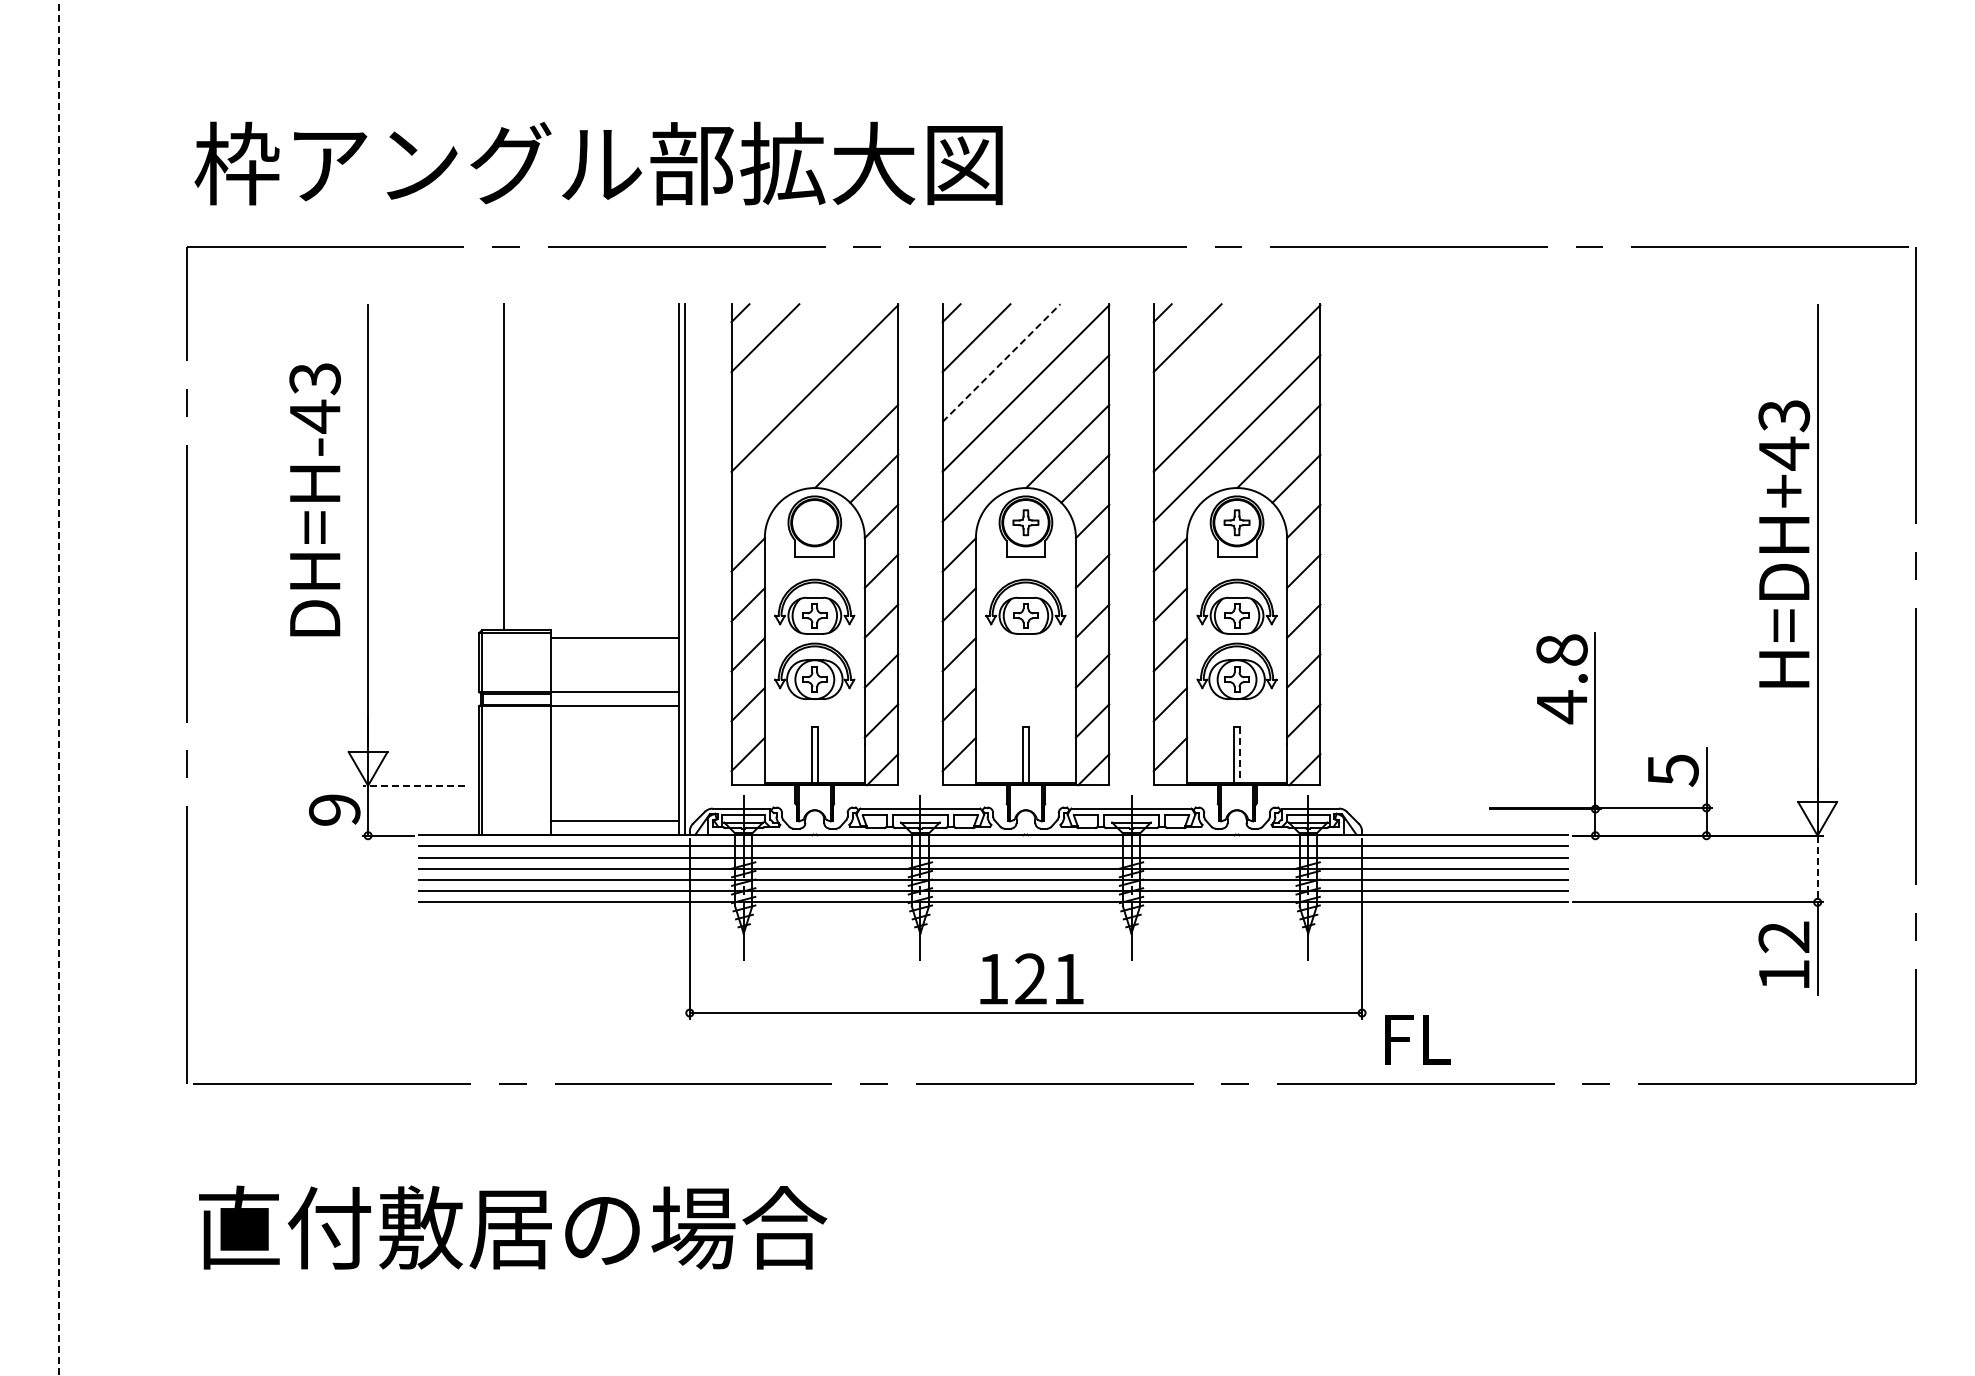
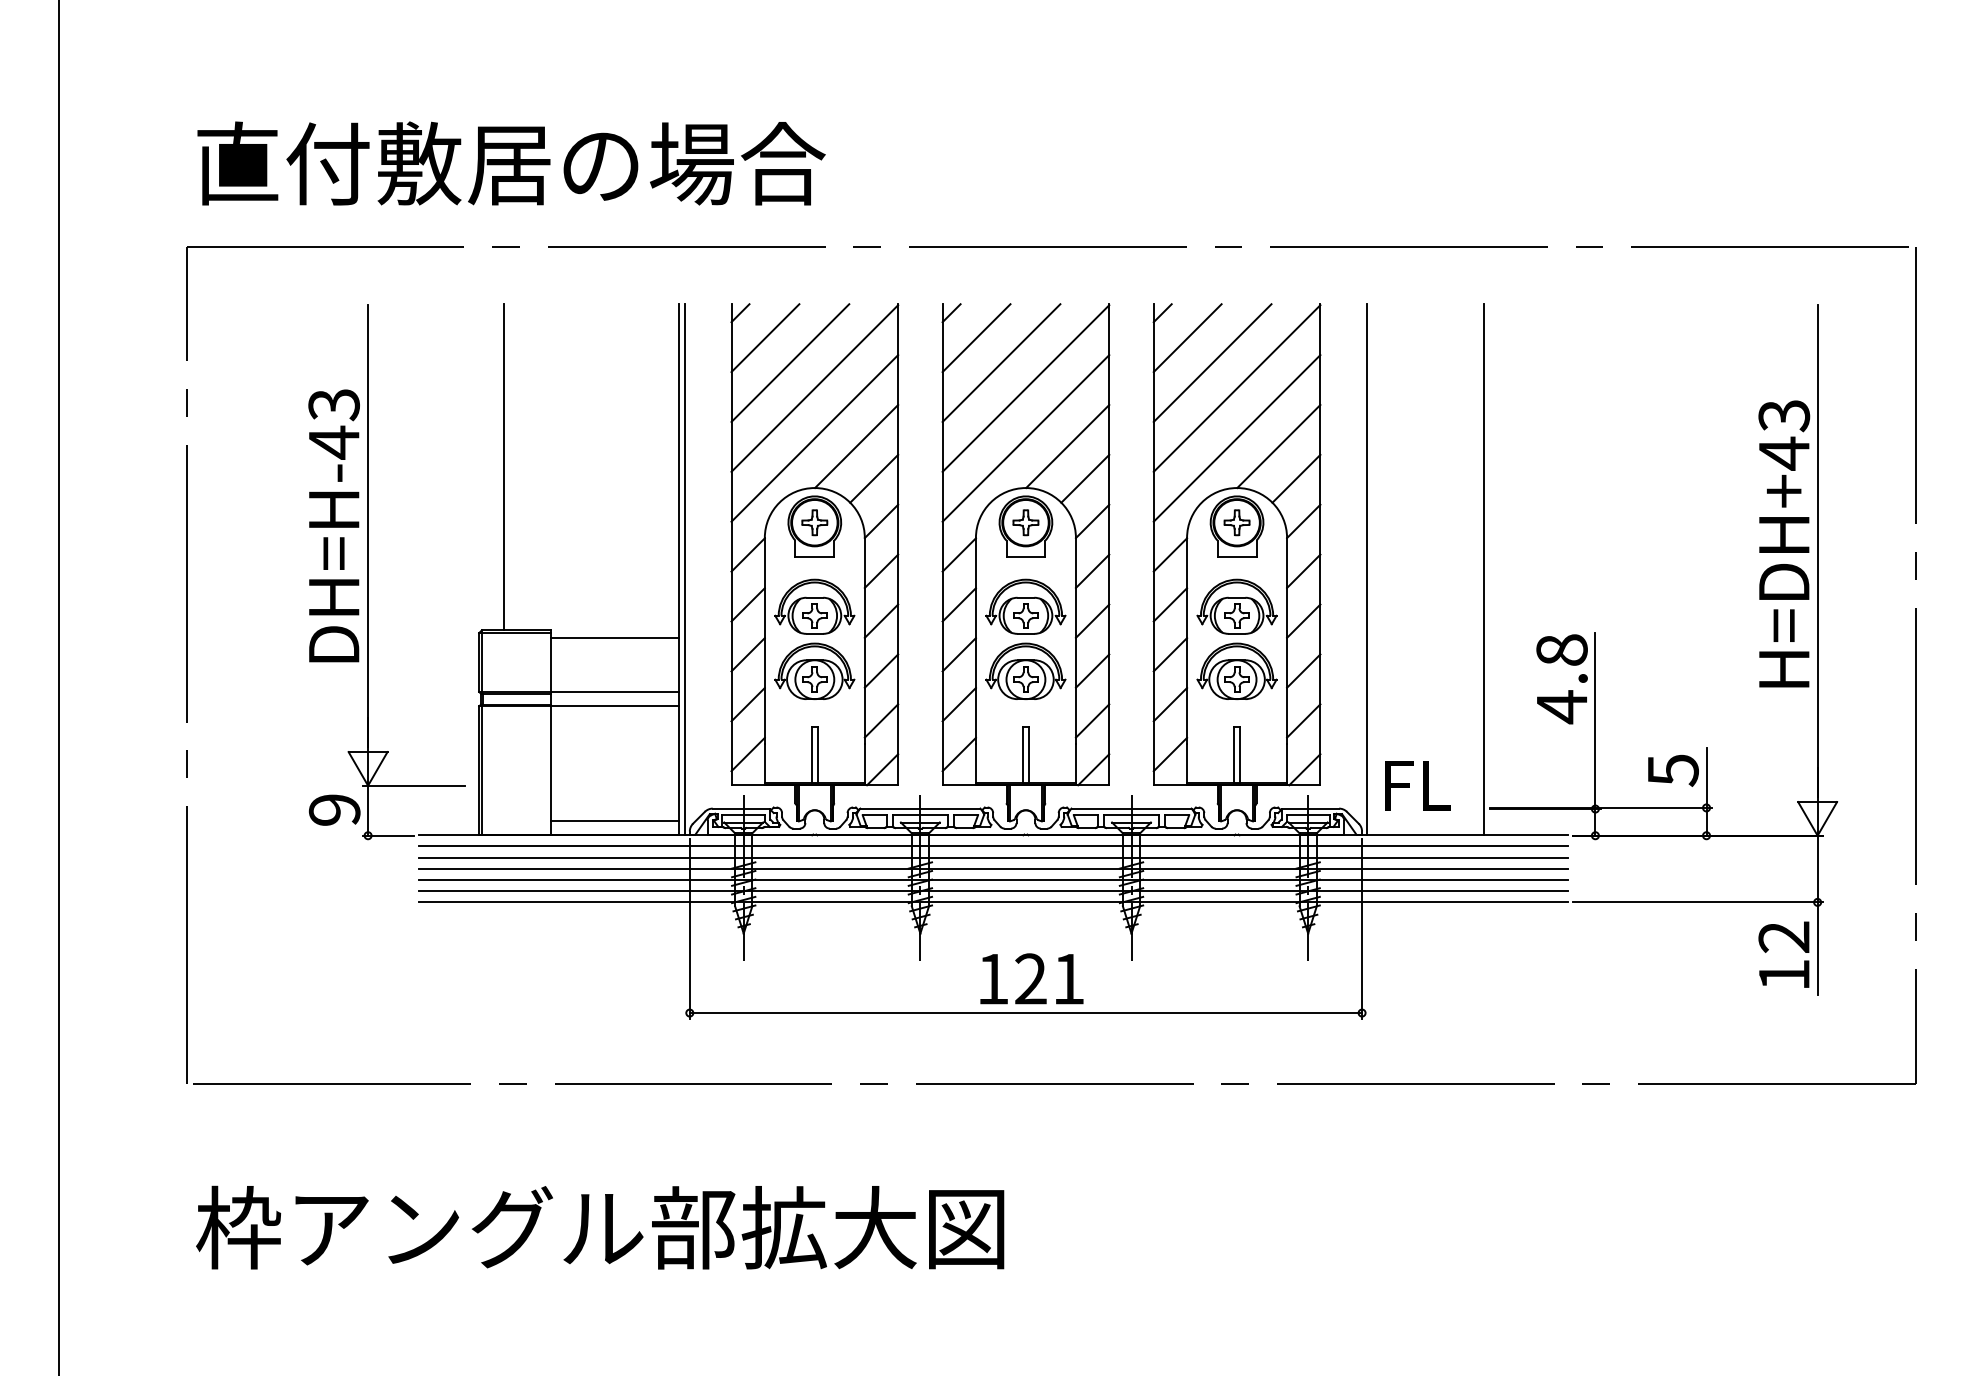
text at (598, 163): 枠アングル部拡大図 -> 直付敷居の場合
line at (790, 362): none -> present
line at (1001, 362): dashed -> solid
line at (1212, 362): none -> present
line at (814, 438): none -> present
text at (314, 499) position: (314, 499) -> (333, 525)
part at (814, 522): none -> present
line at (1366, 569): none -> present
line at (1484, 569): none -> present
part at (1025, 670): none -> present
line at (59, 688): dashed -> solid
line at (1239, 755): dashed -> solid
line at (413, 785): dashed -> solid
line at (1817, 869): dashed -> solid
text at (1417, 1039) position: (1417, 1039) -> (1417, 785)
text at (600, 1227): 直付敷居の場合 -> 枠アングル部拡大図
